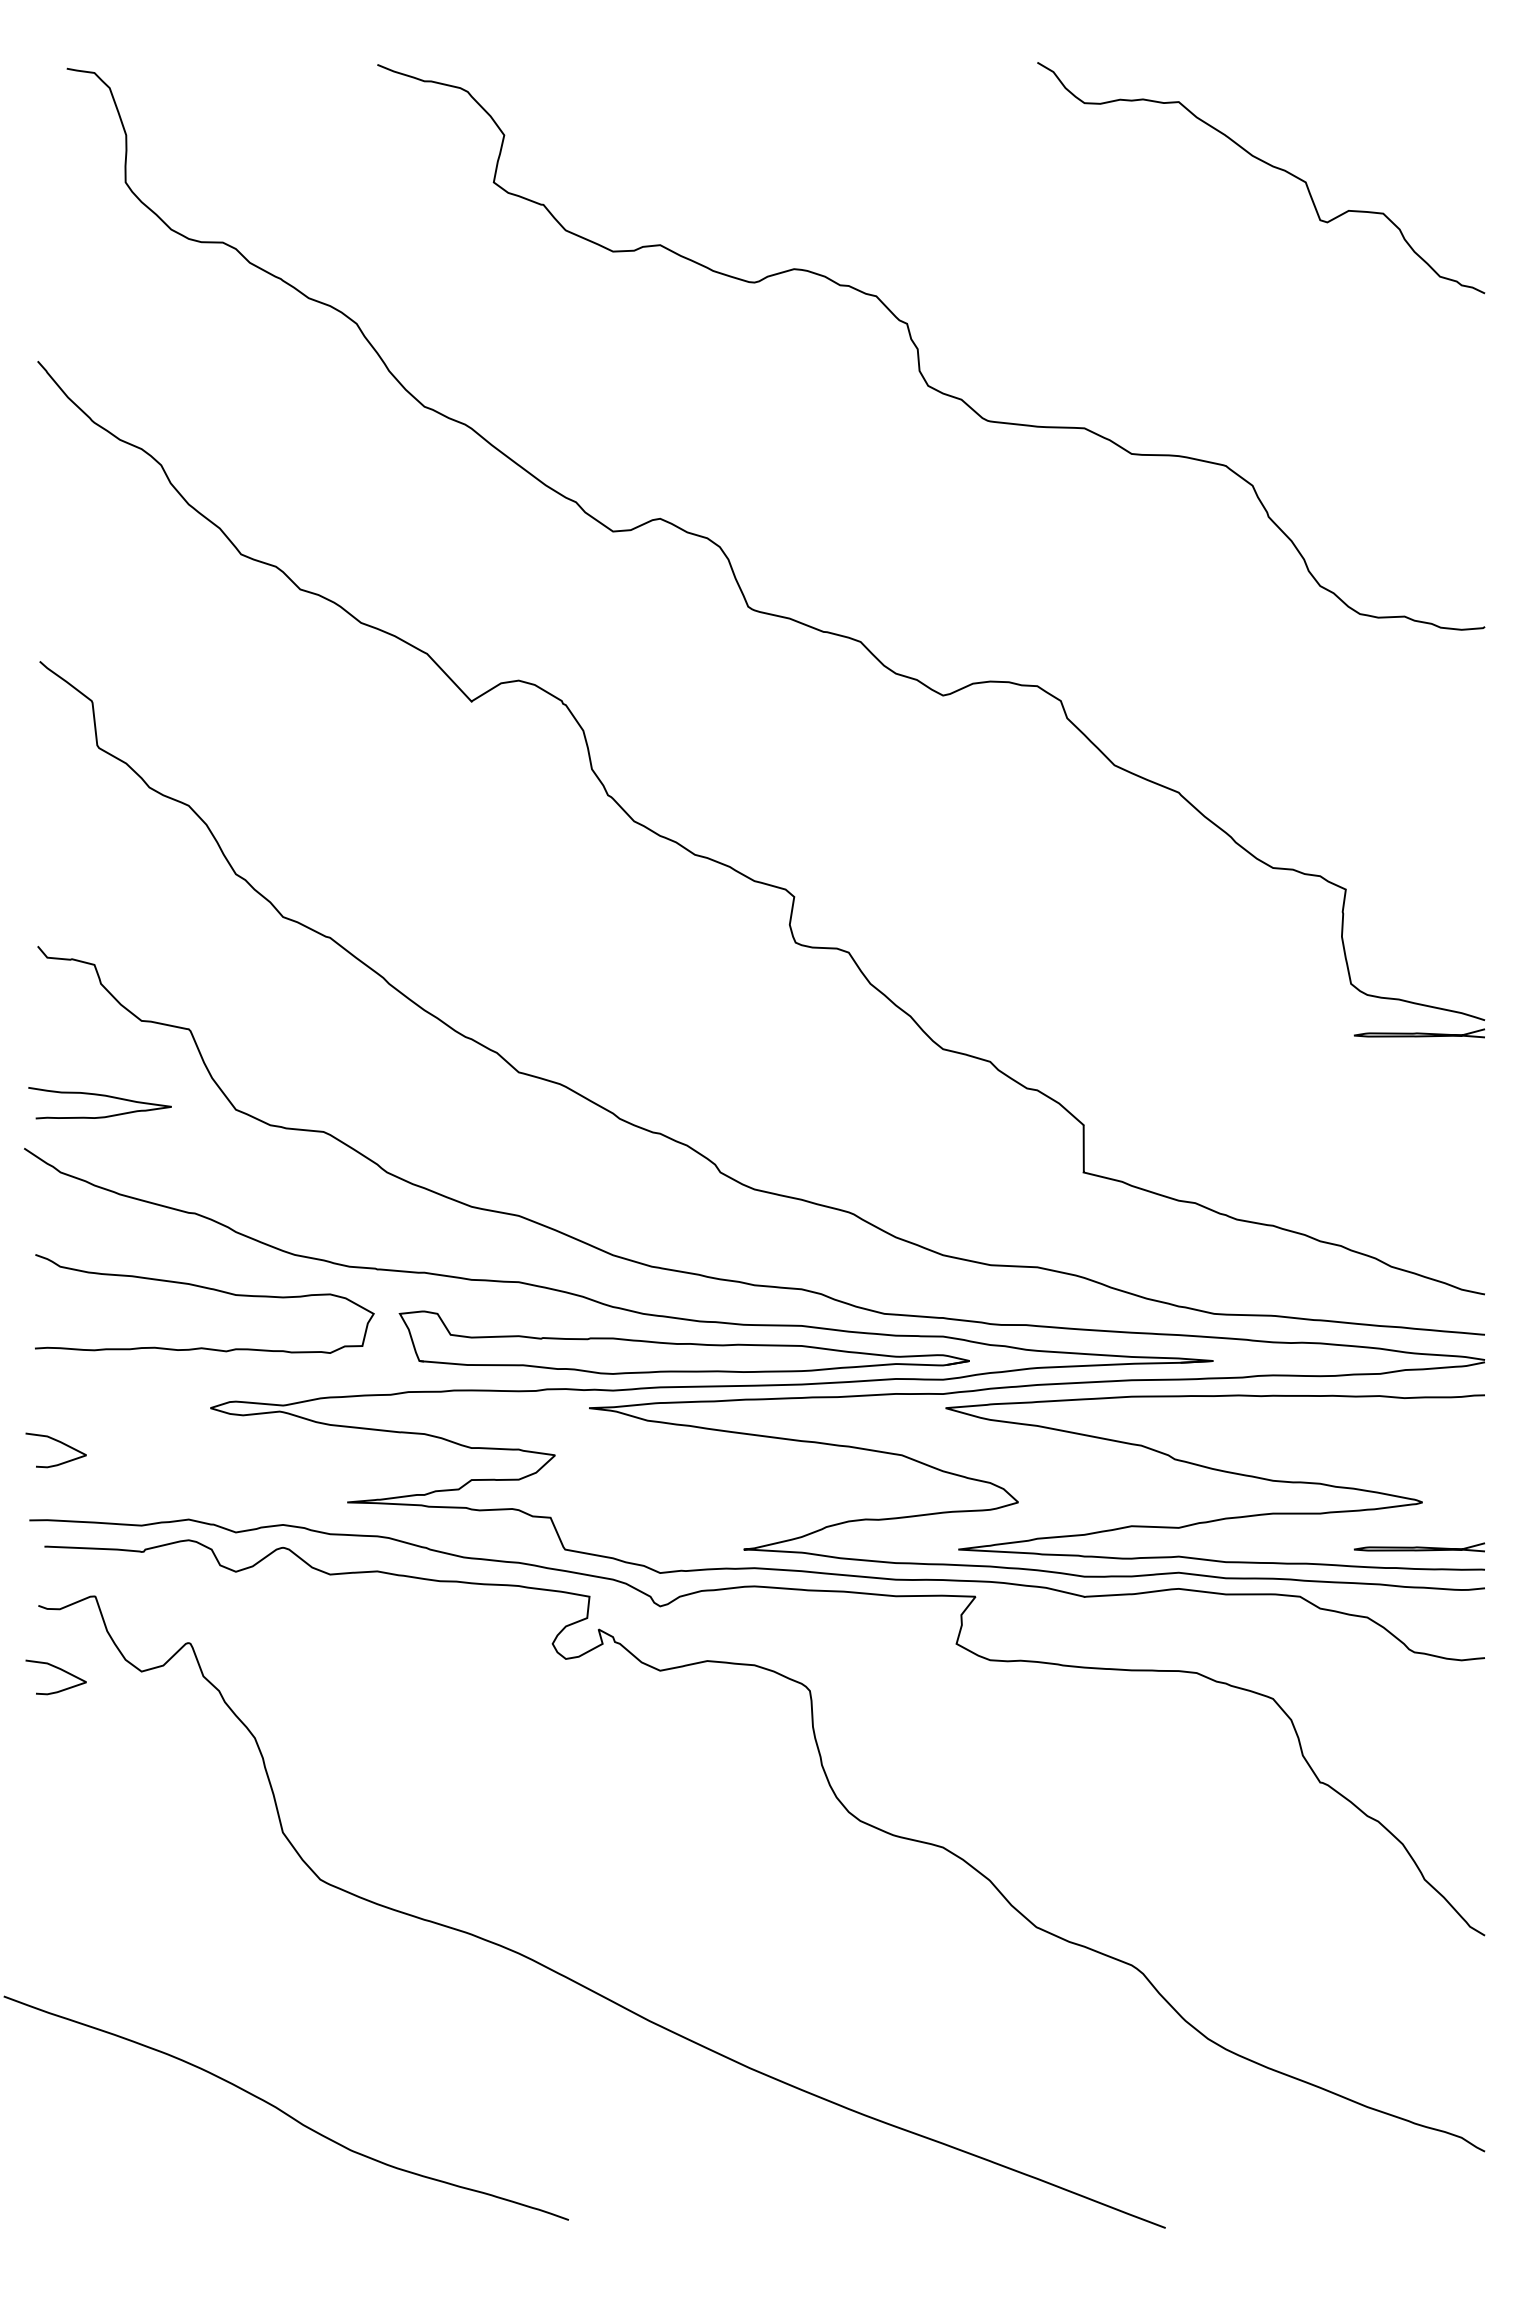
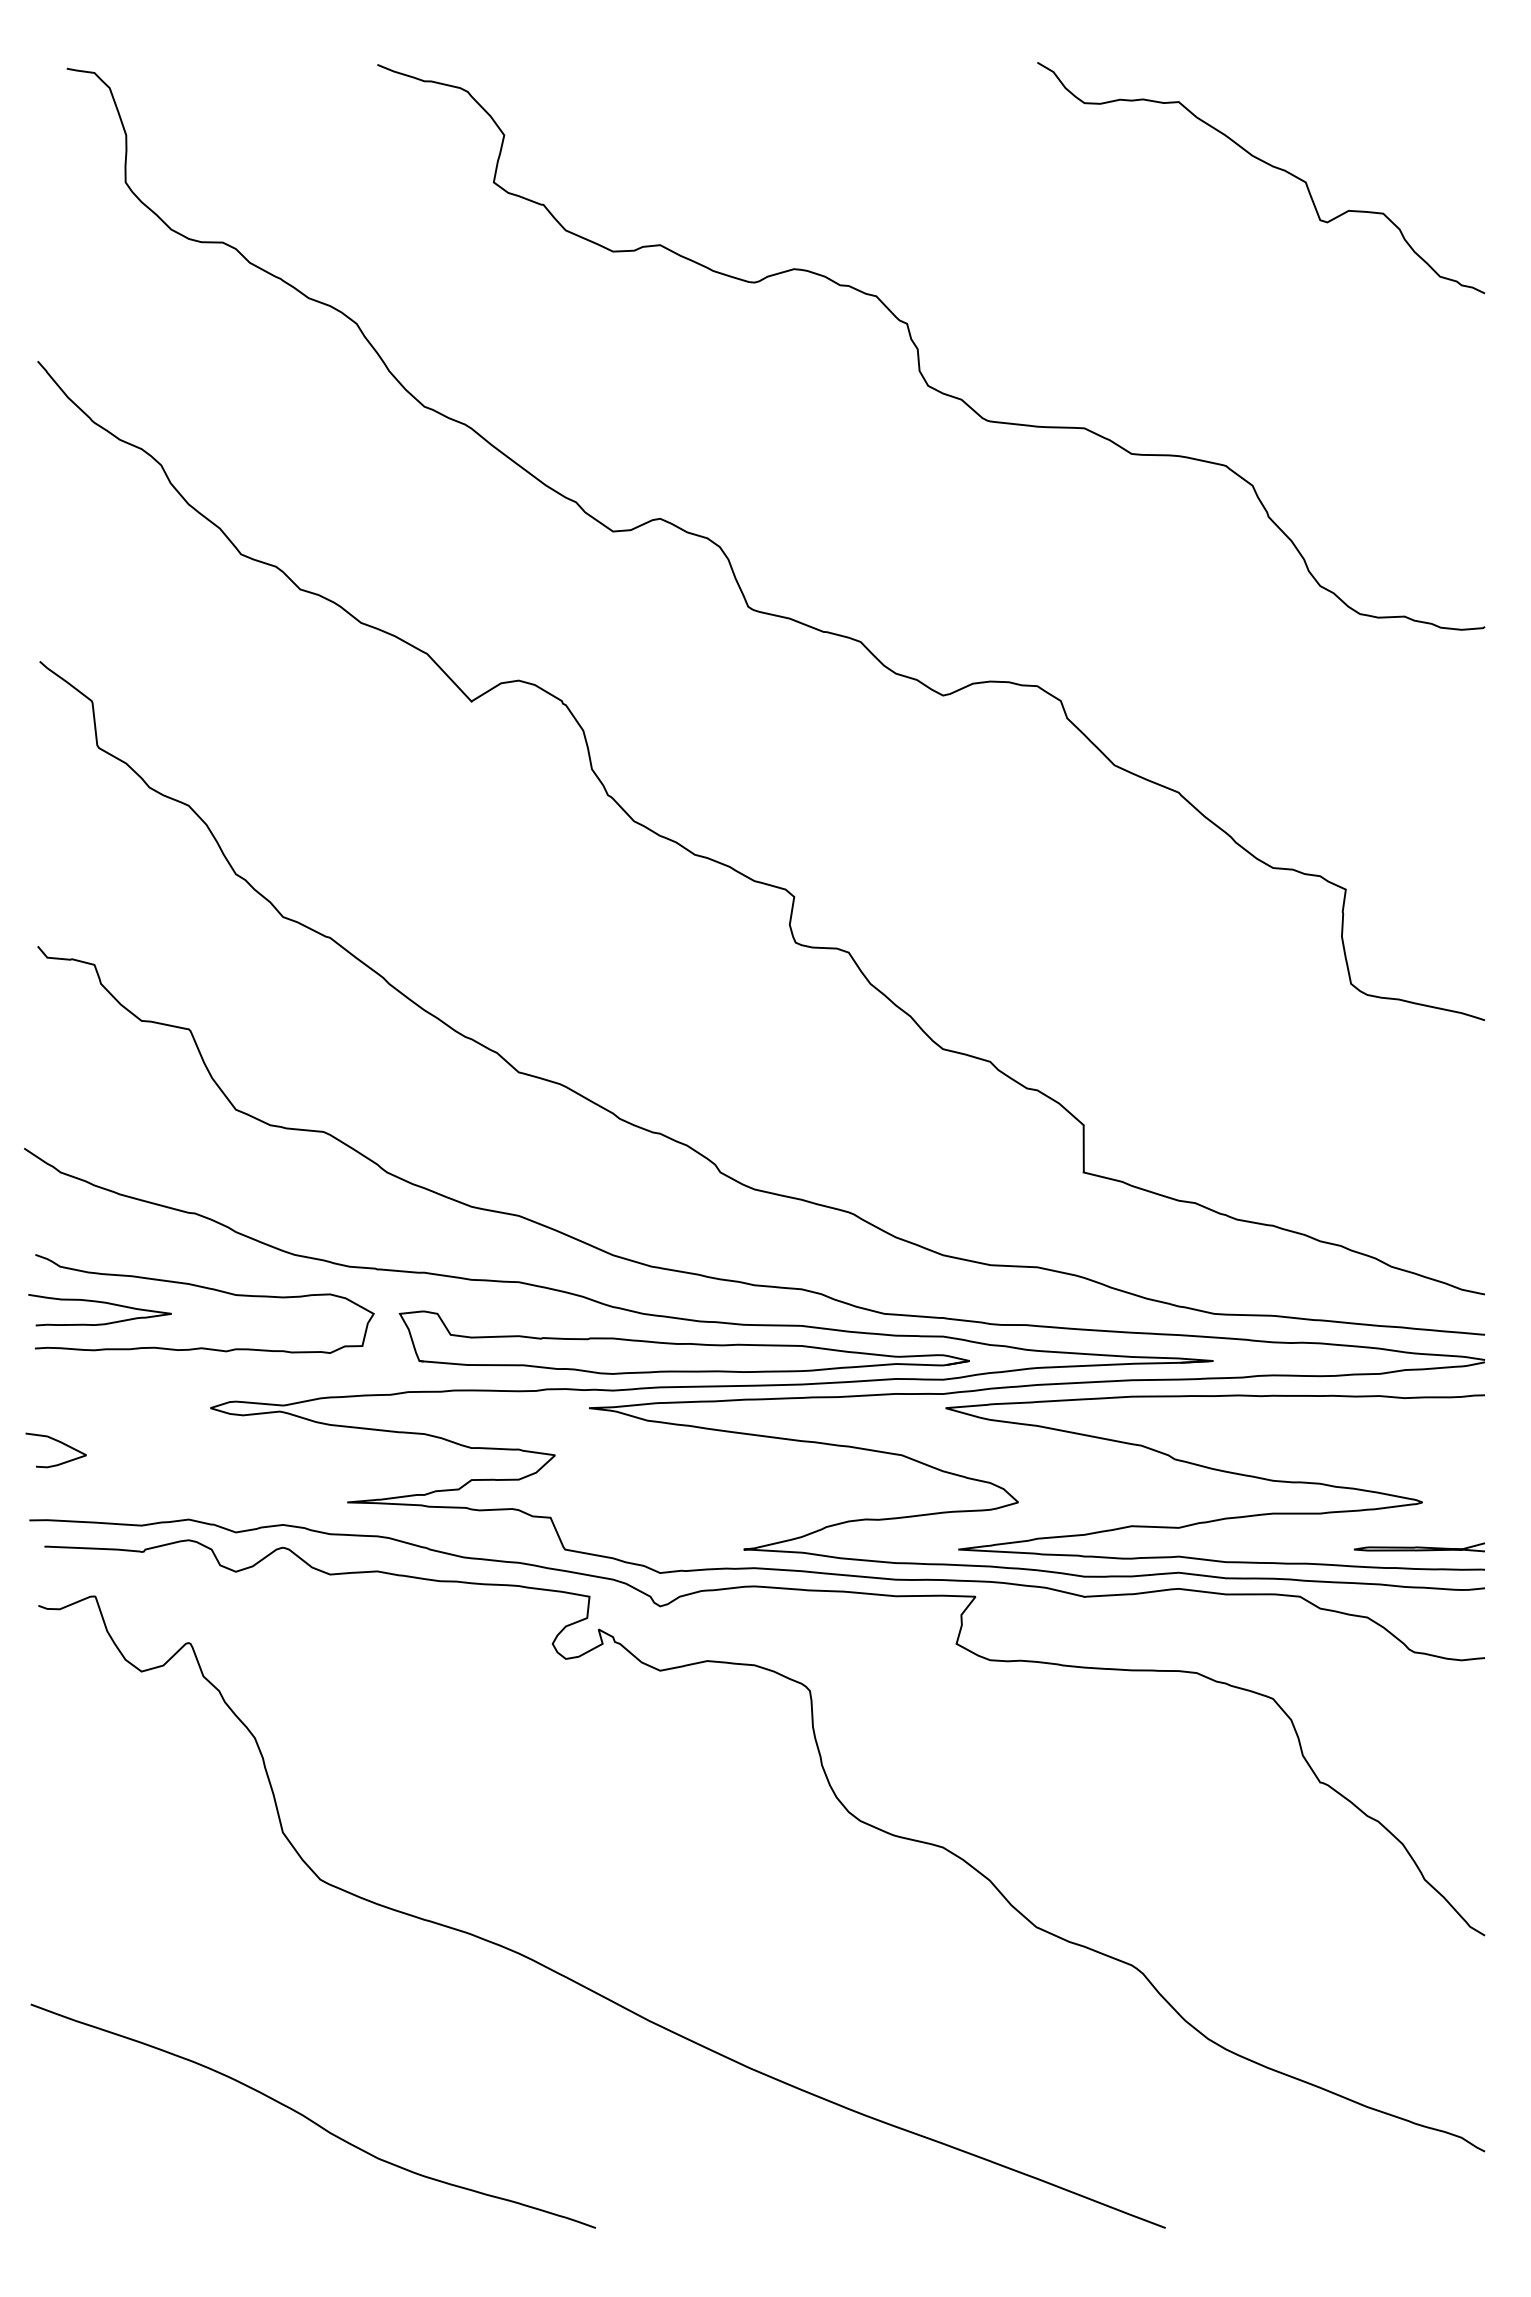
curve at (1418, 1033): present -> none
curve at (101, 1096) position: (101, 1096) -> (101, 1303)
curve at (58, 1669): present -> none
curve at (284, 2111) position: (284, 2111) -> (311, 2119)
